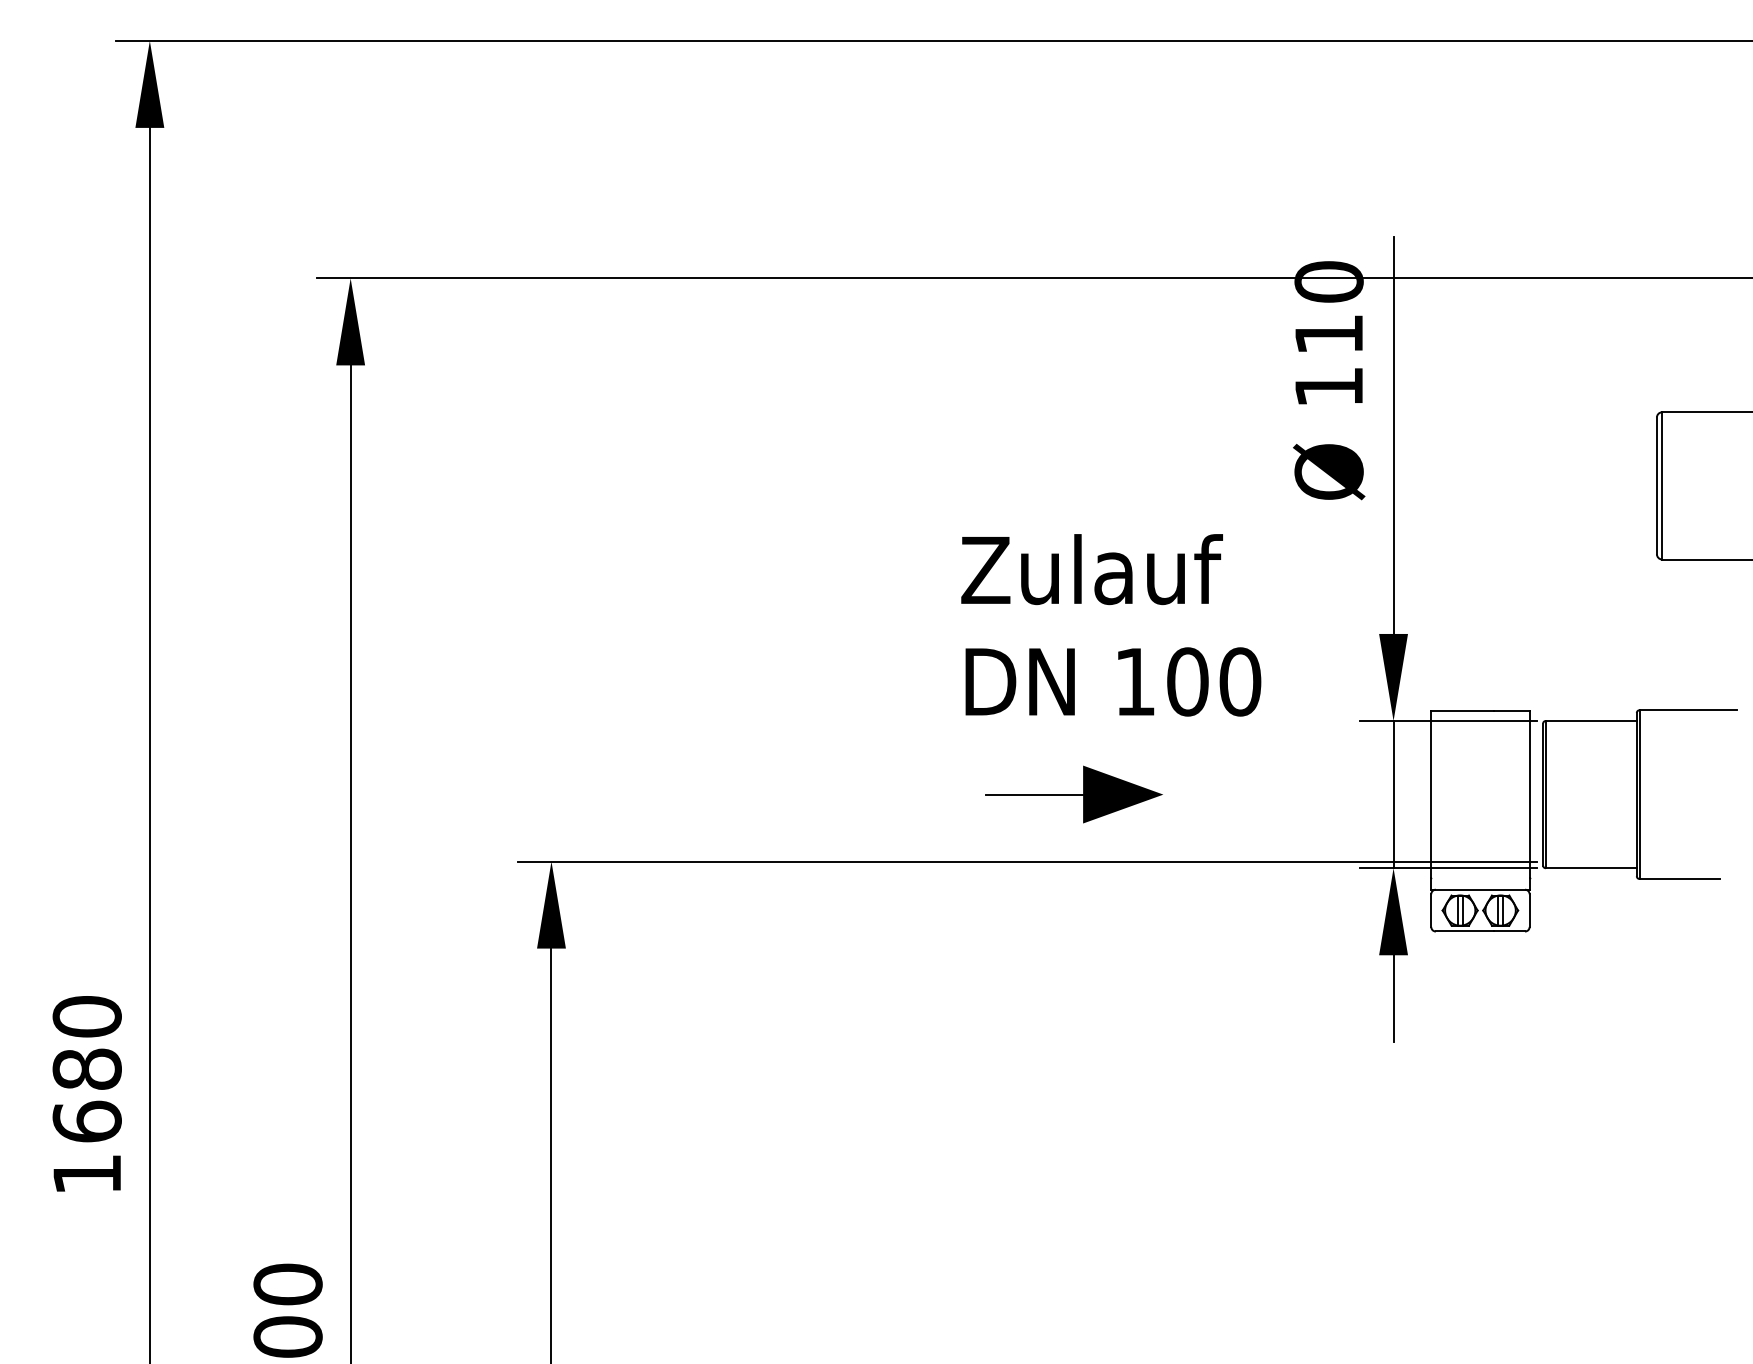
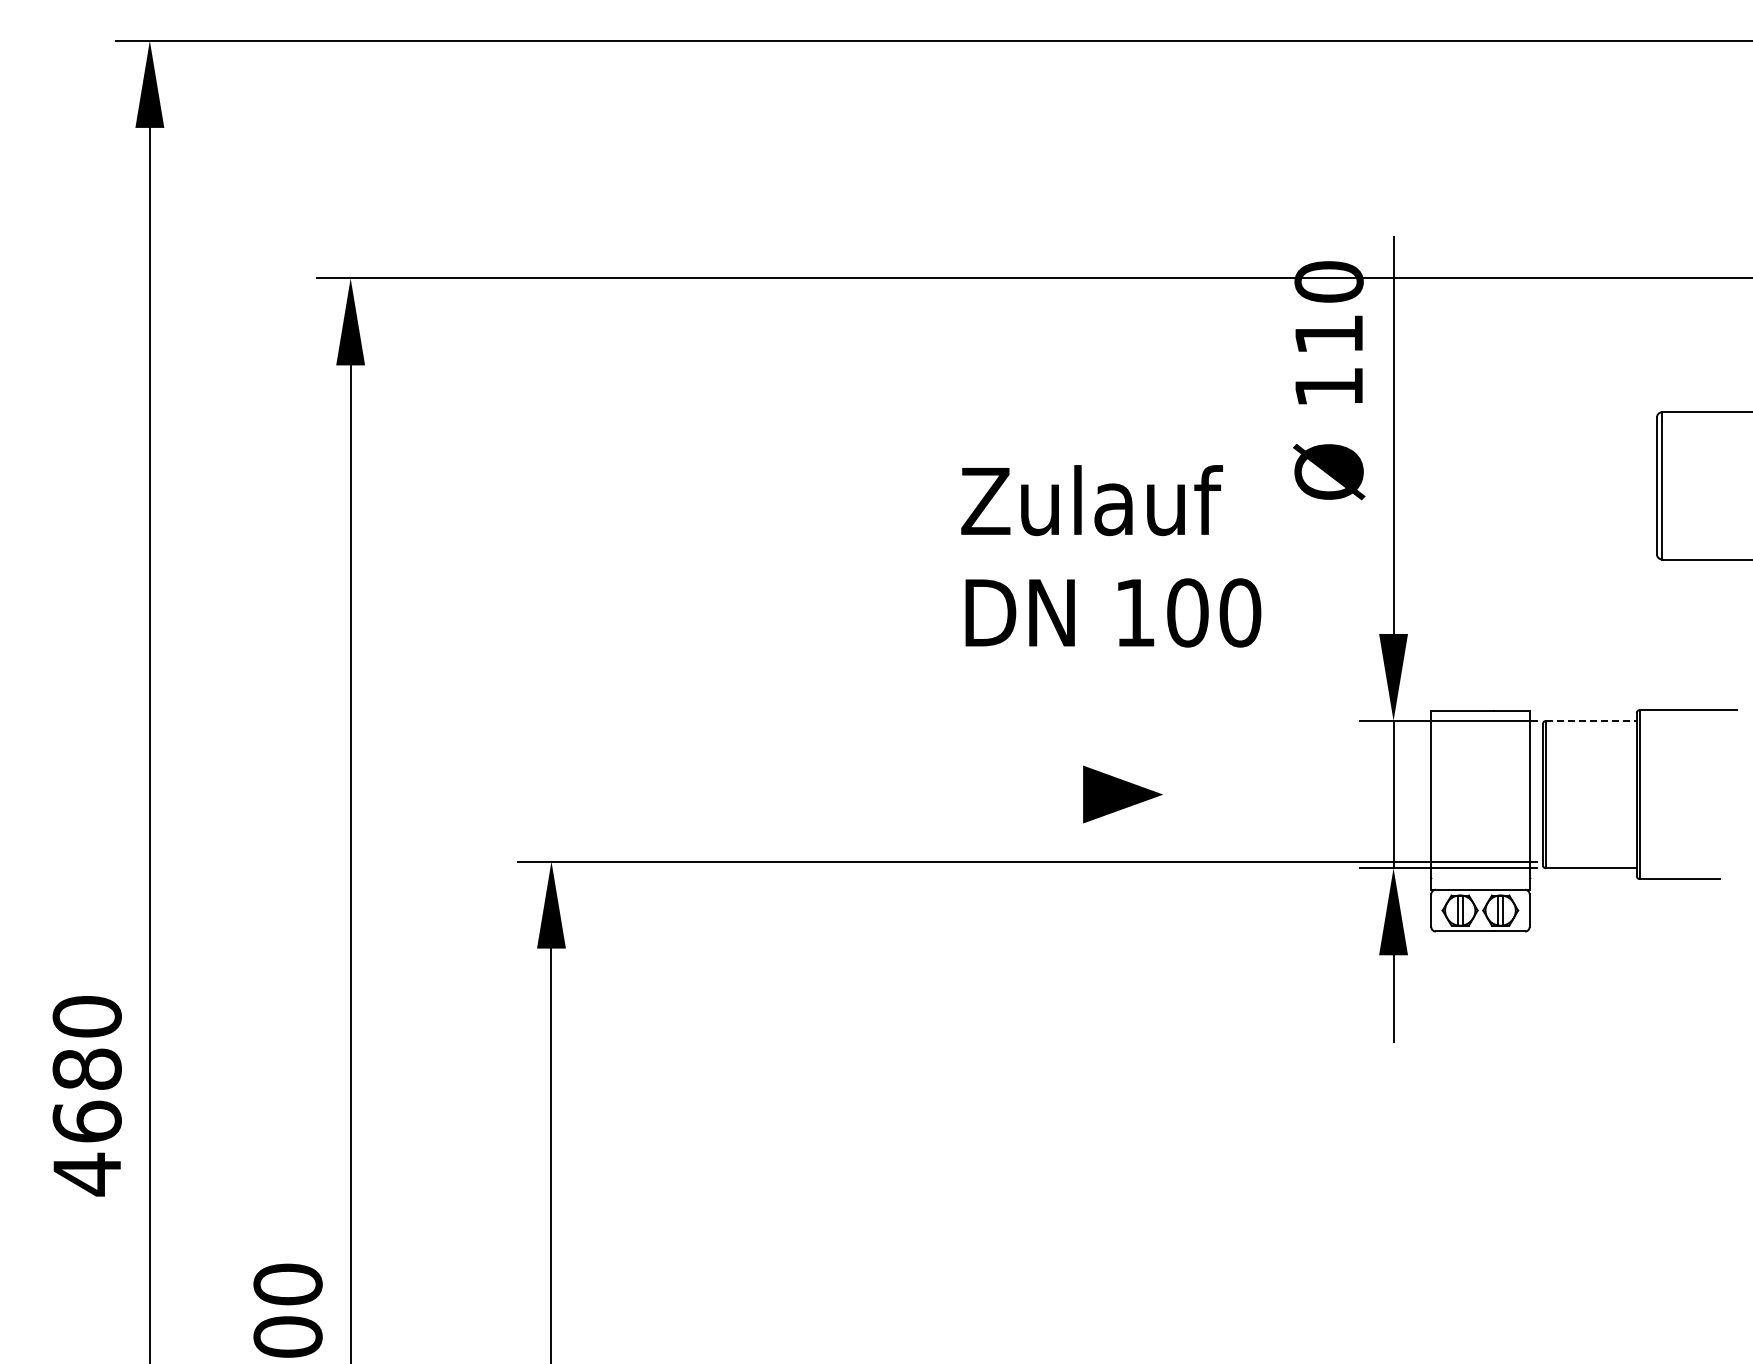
text at (1111, 625) position: (1111, 625) -> (1111, 556)
line at (1591, 720): solid -> dashed
line at (1034, 794): present -> none
text at (86, 1174): 1680 -> 4680
